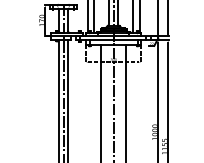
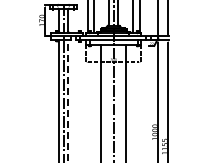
line at (68, 100): solid -> dashed
